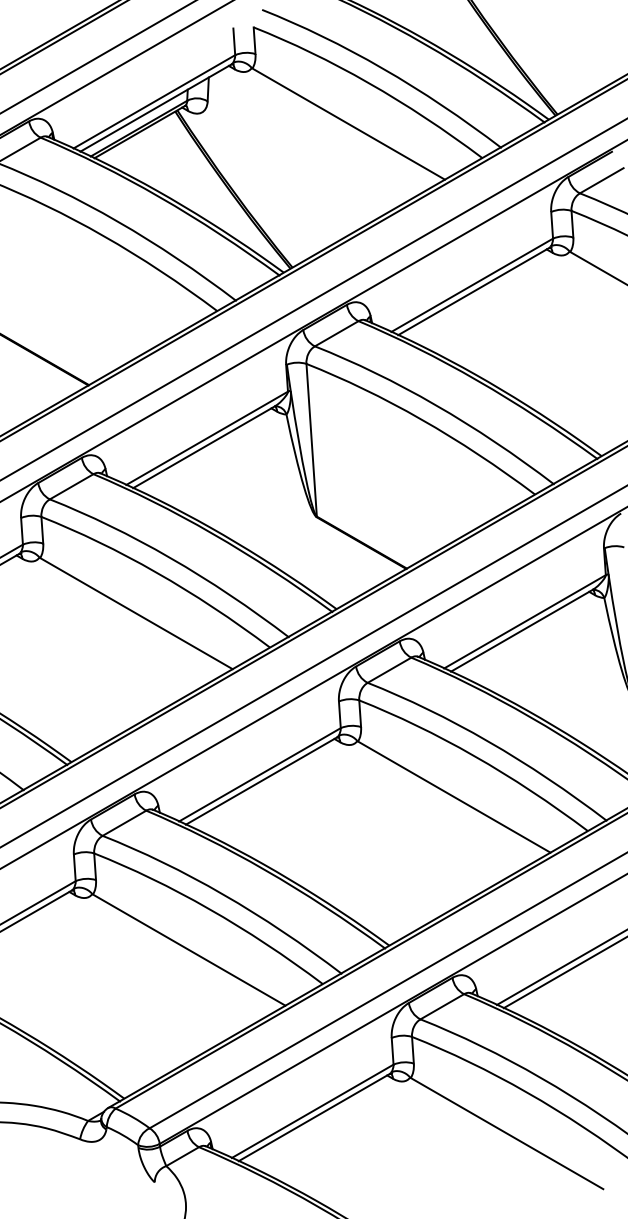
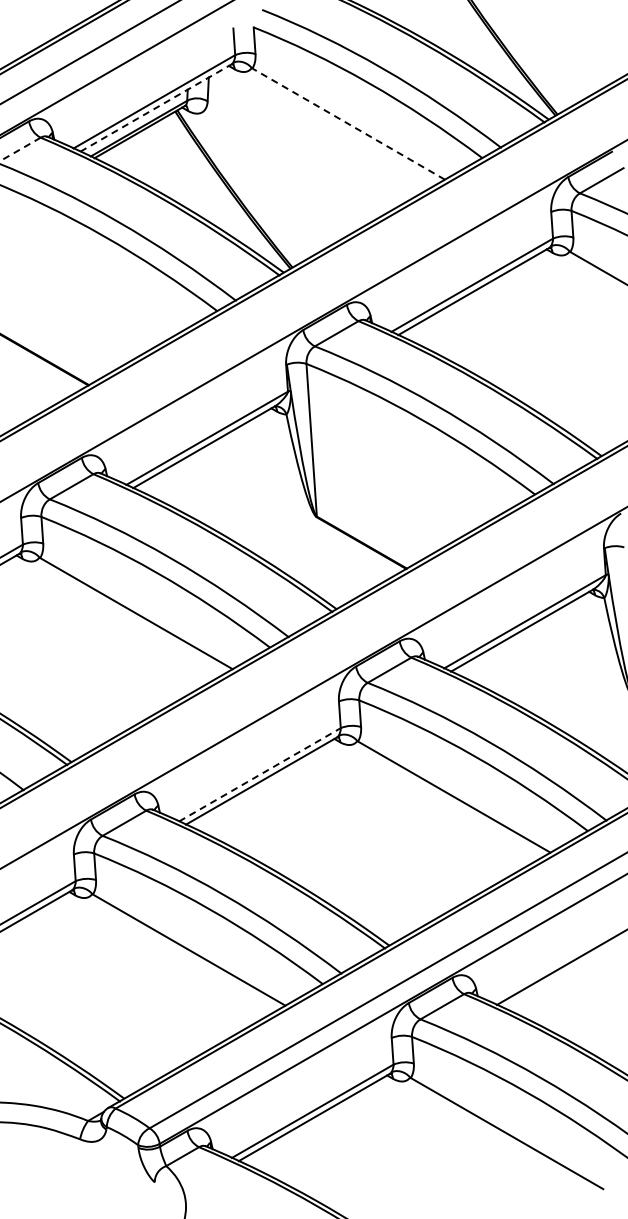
line at (97, 57) position: (97, 57) -> (89, 52)
line at (156, 107): solid -> dashed
line at (348, 123): solid -> dashed
line at (20, 149): solid -> dashed
line at (313, 299): present -> none
line at (313, 666): present -> none
line at (260, 774): solid -> dashed
line at (563, 973): present -> none
